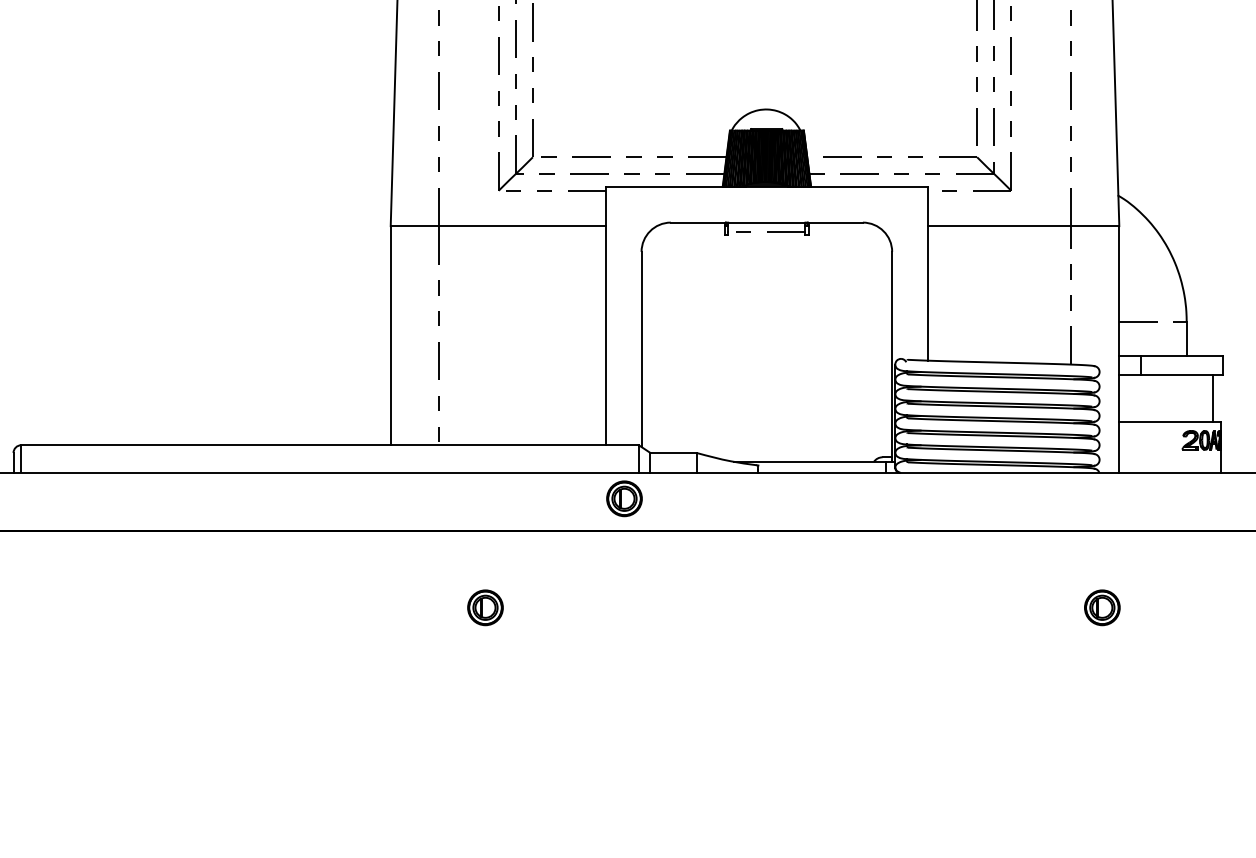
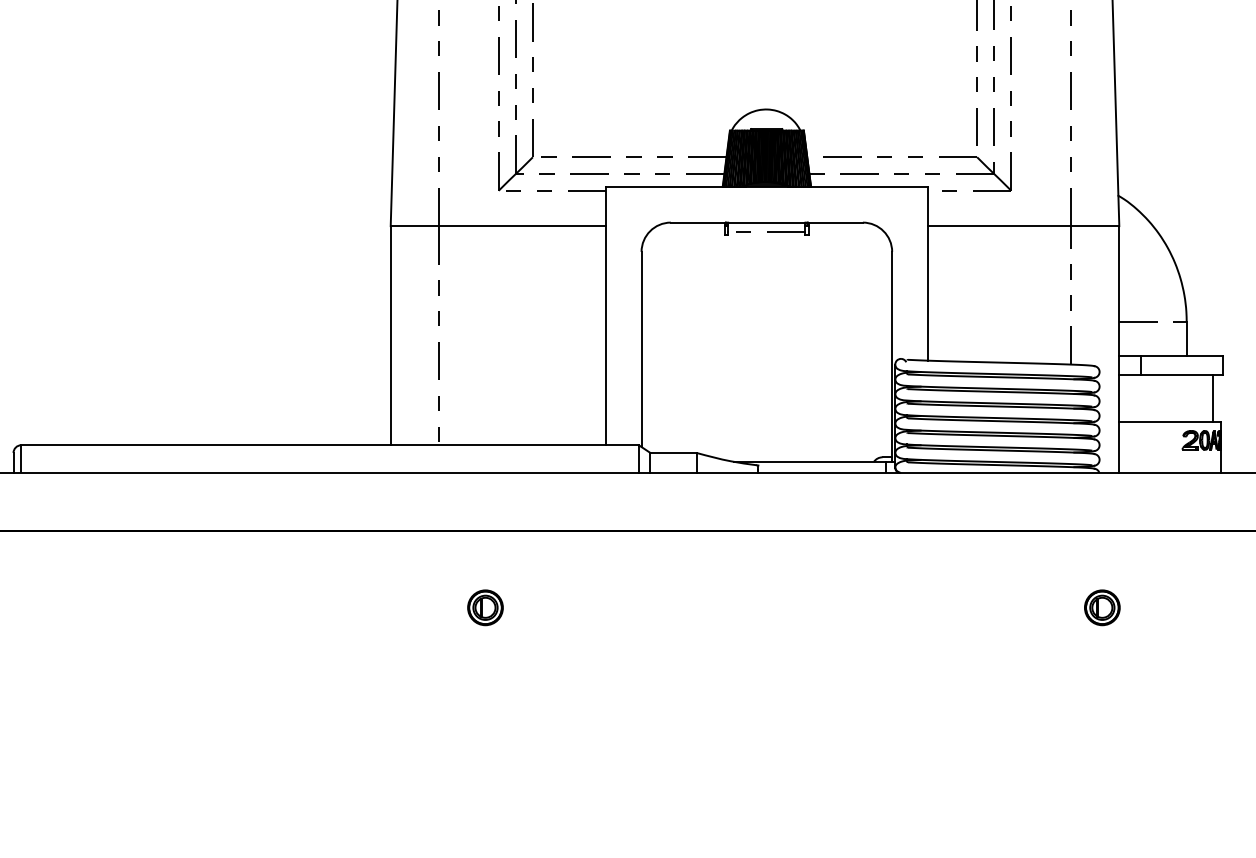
part at (624, 498): present -> none
